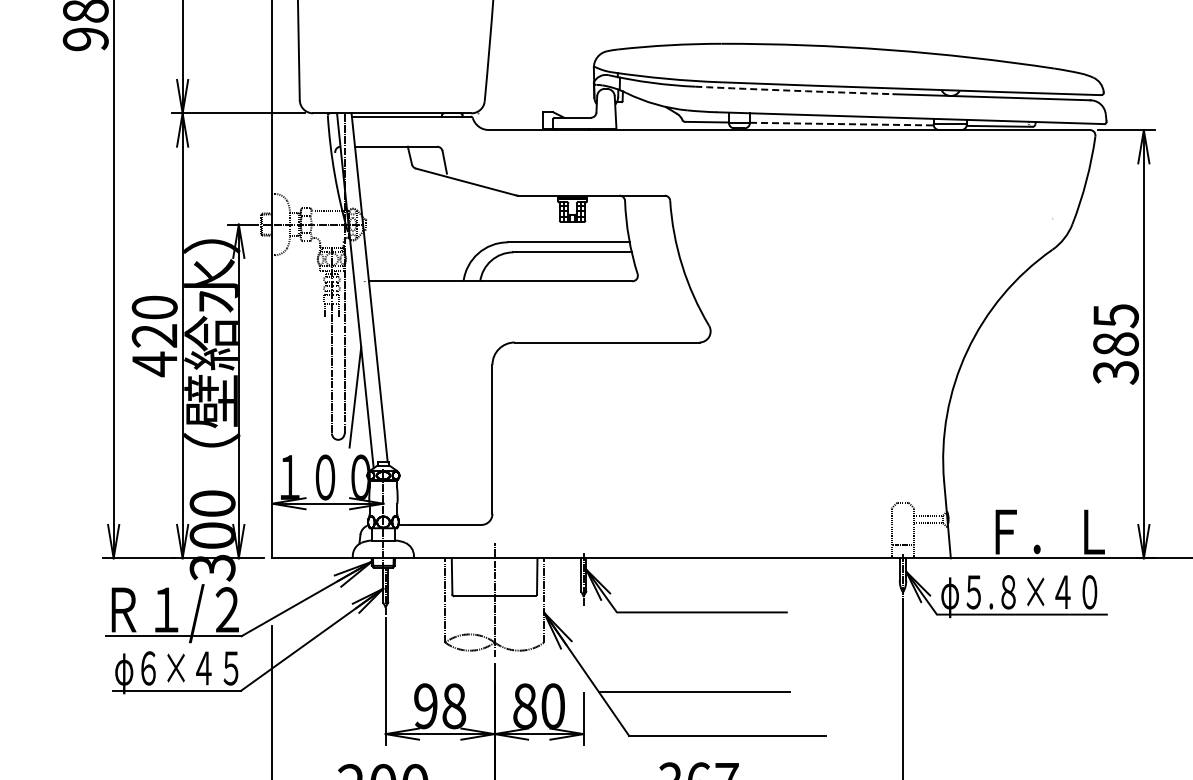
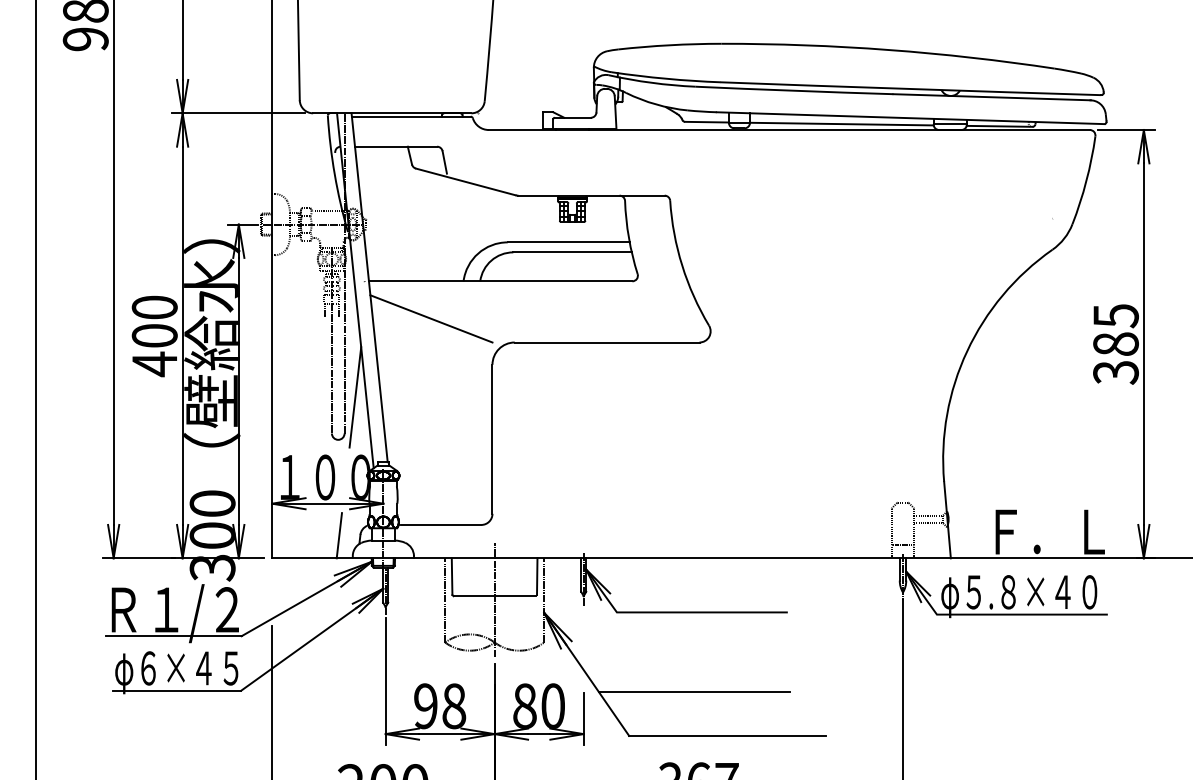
arc at (794, 90): dashed -> solid
line at (841, 124): dashed -> solid
line at (431, 318): none -> present
text at (154, 335): 420 -> 400
line at (35, 389): none -> present
line at (338, 535): none -> present
